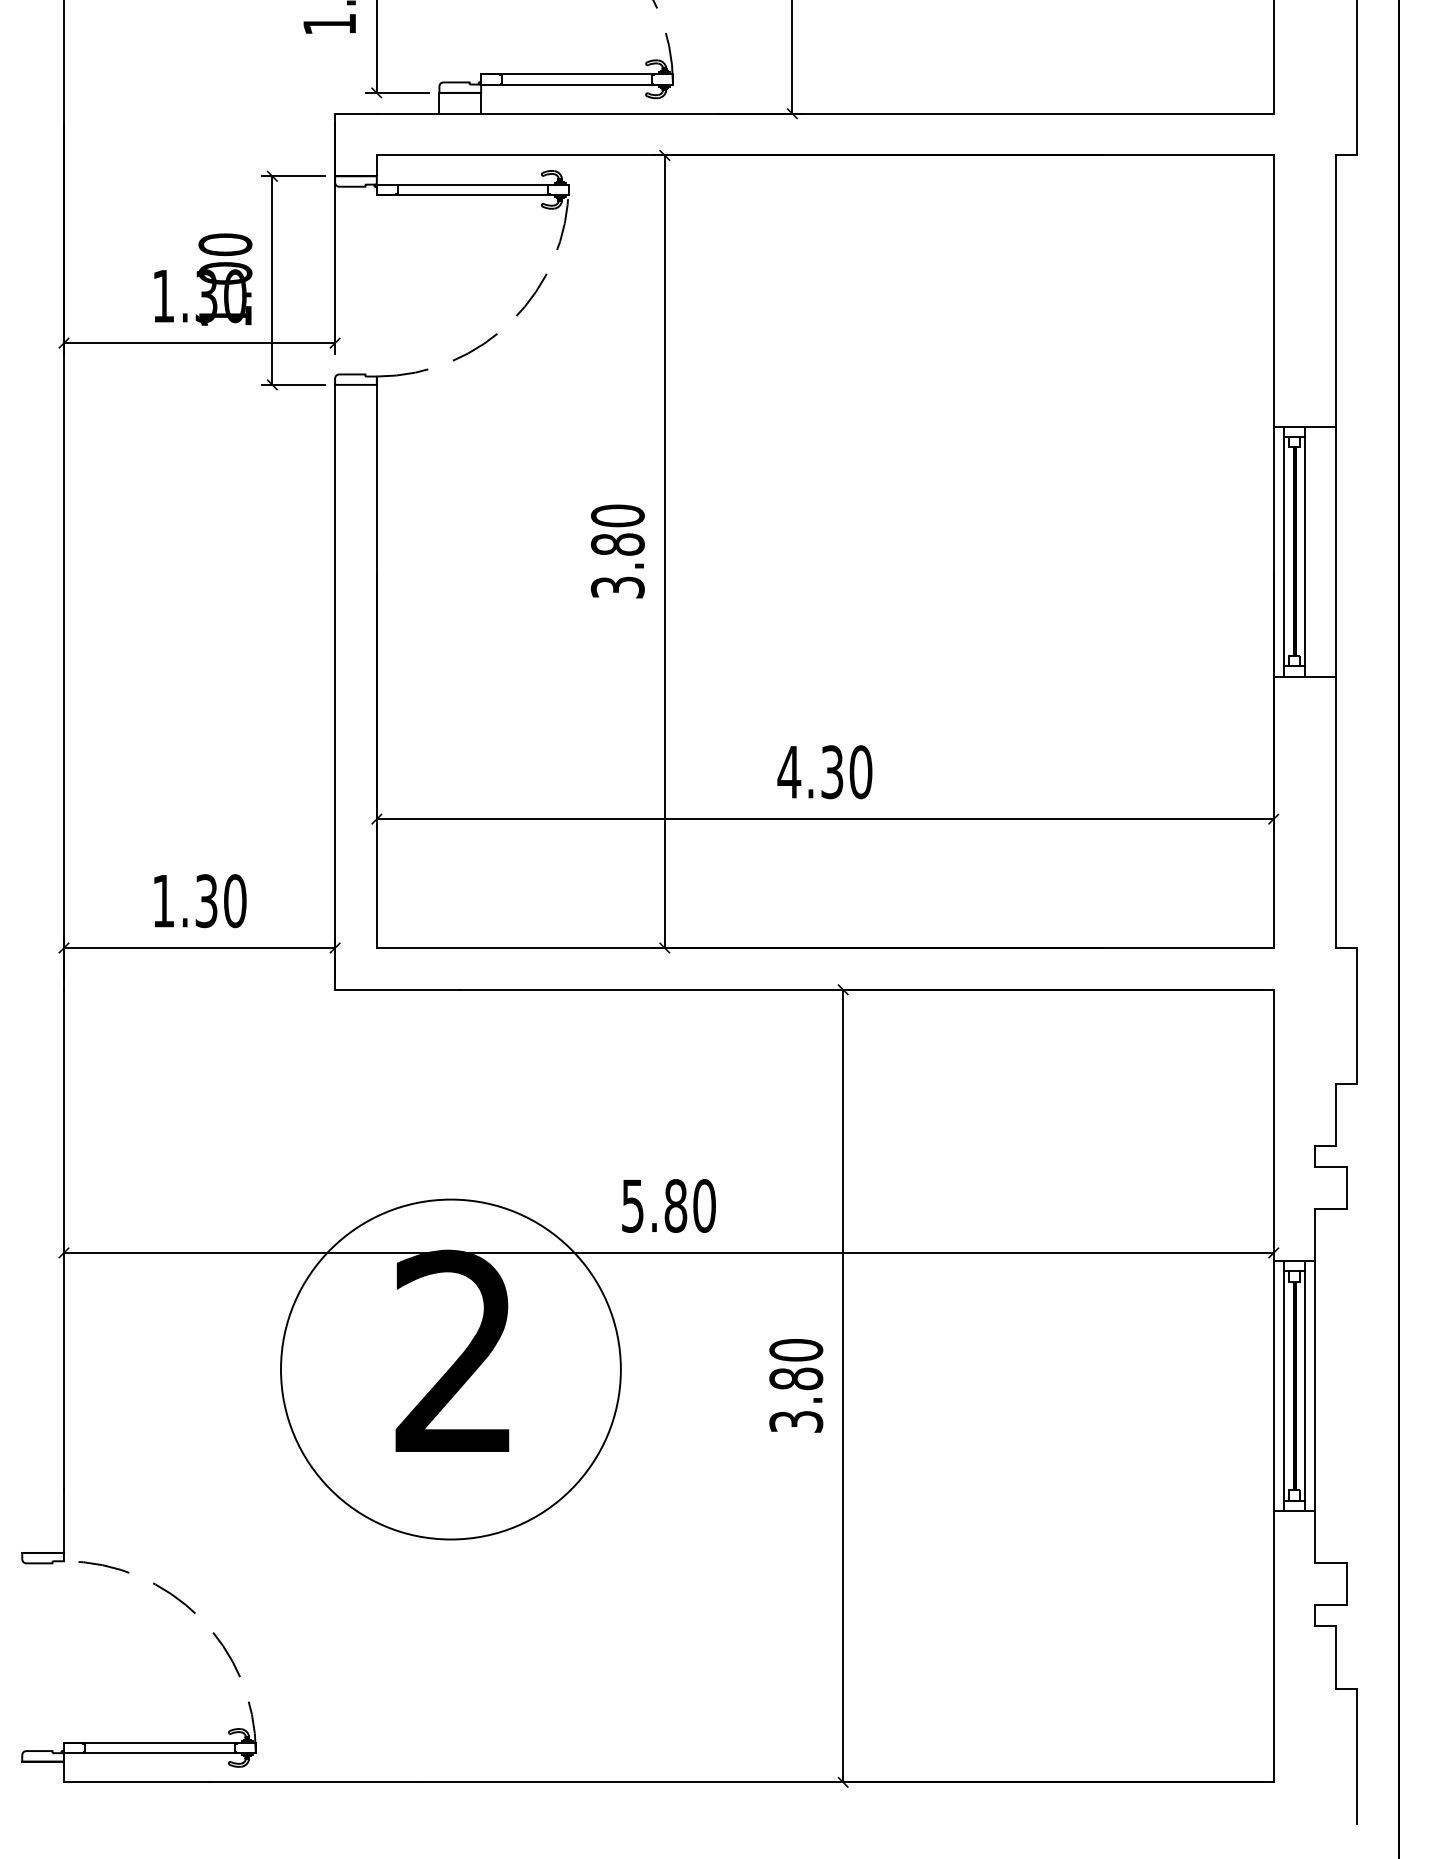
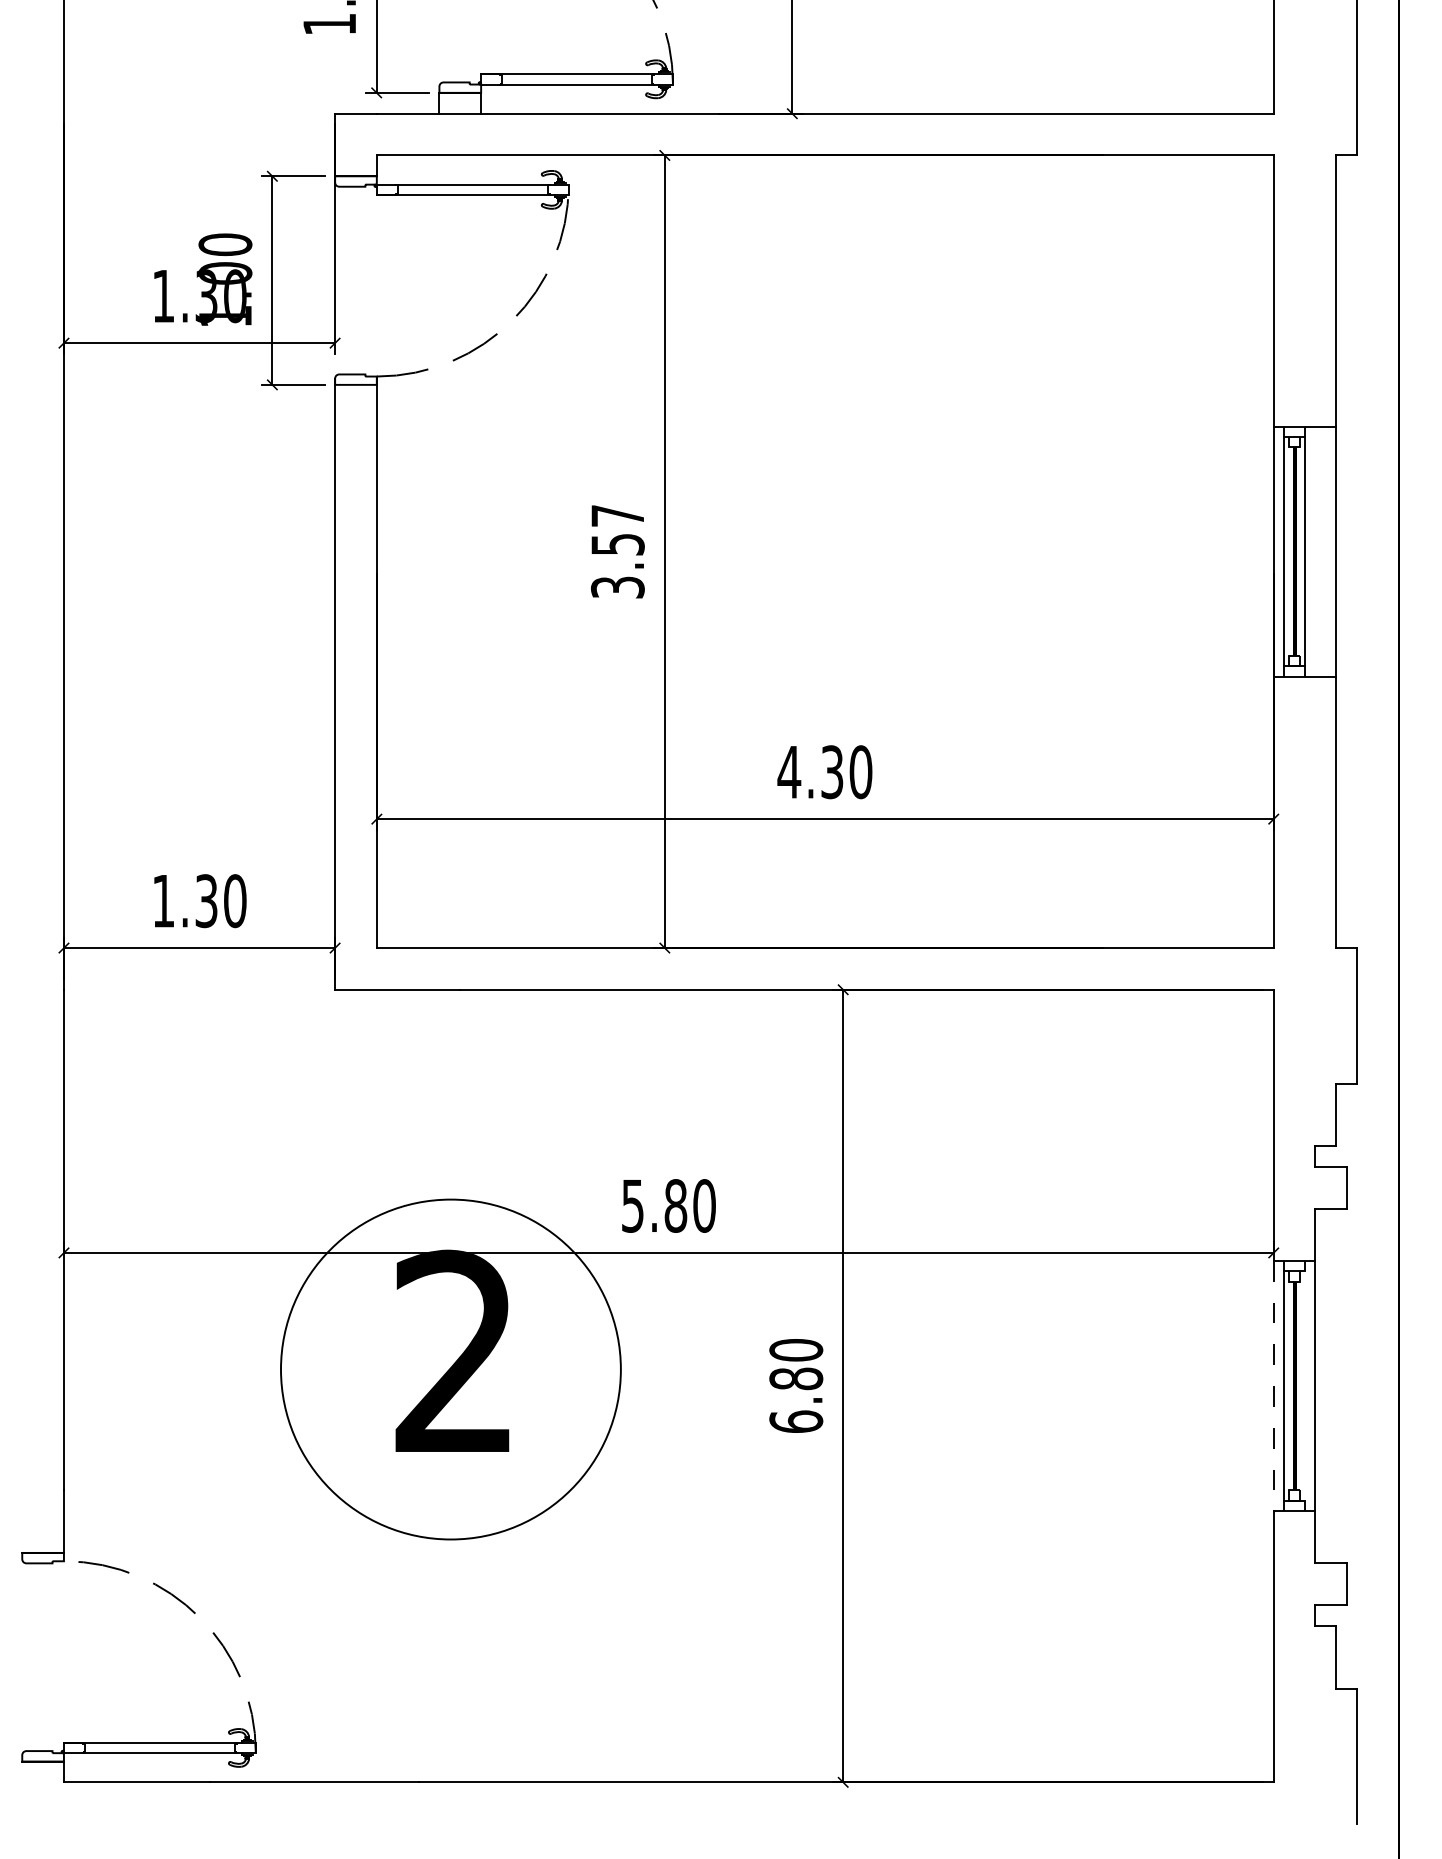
text at (617, 529): 3.80 -> 3.57
line at (1305, 1385): present -> none
line at (1273, 1386): solid -> dashed
text at (796, 1421): 3.80 -> 6.80
